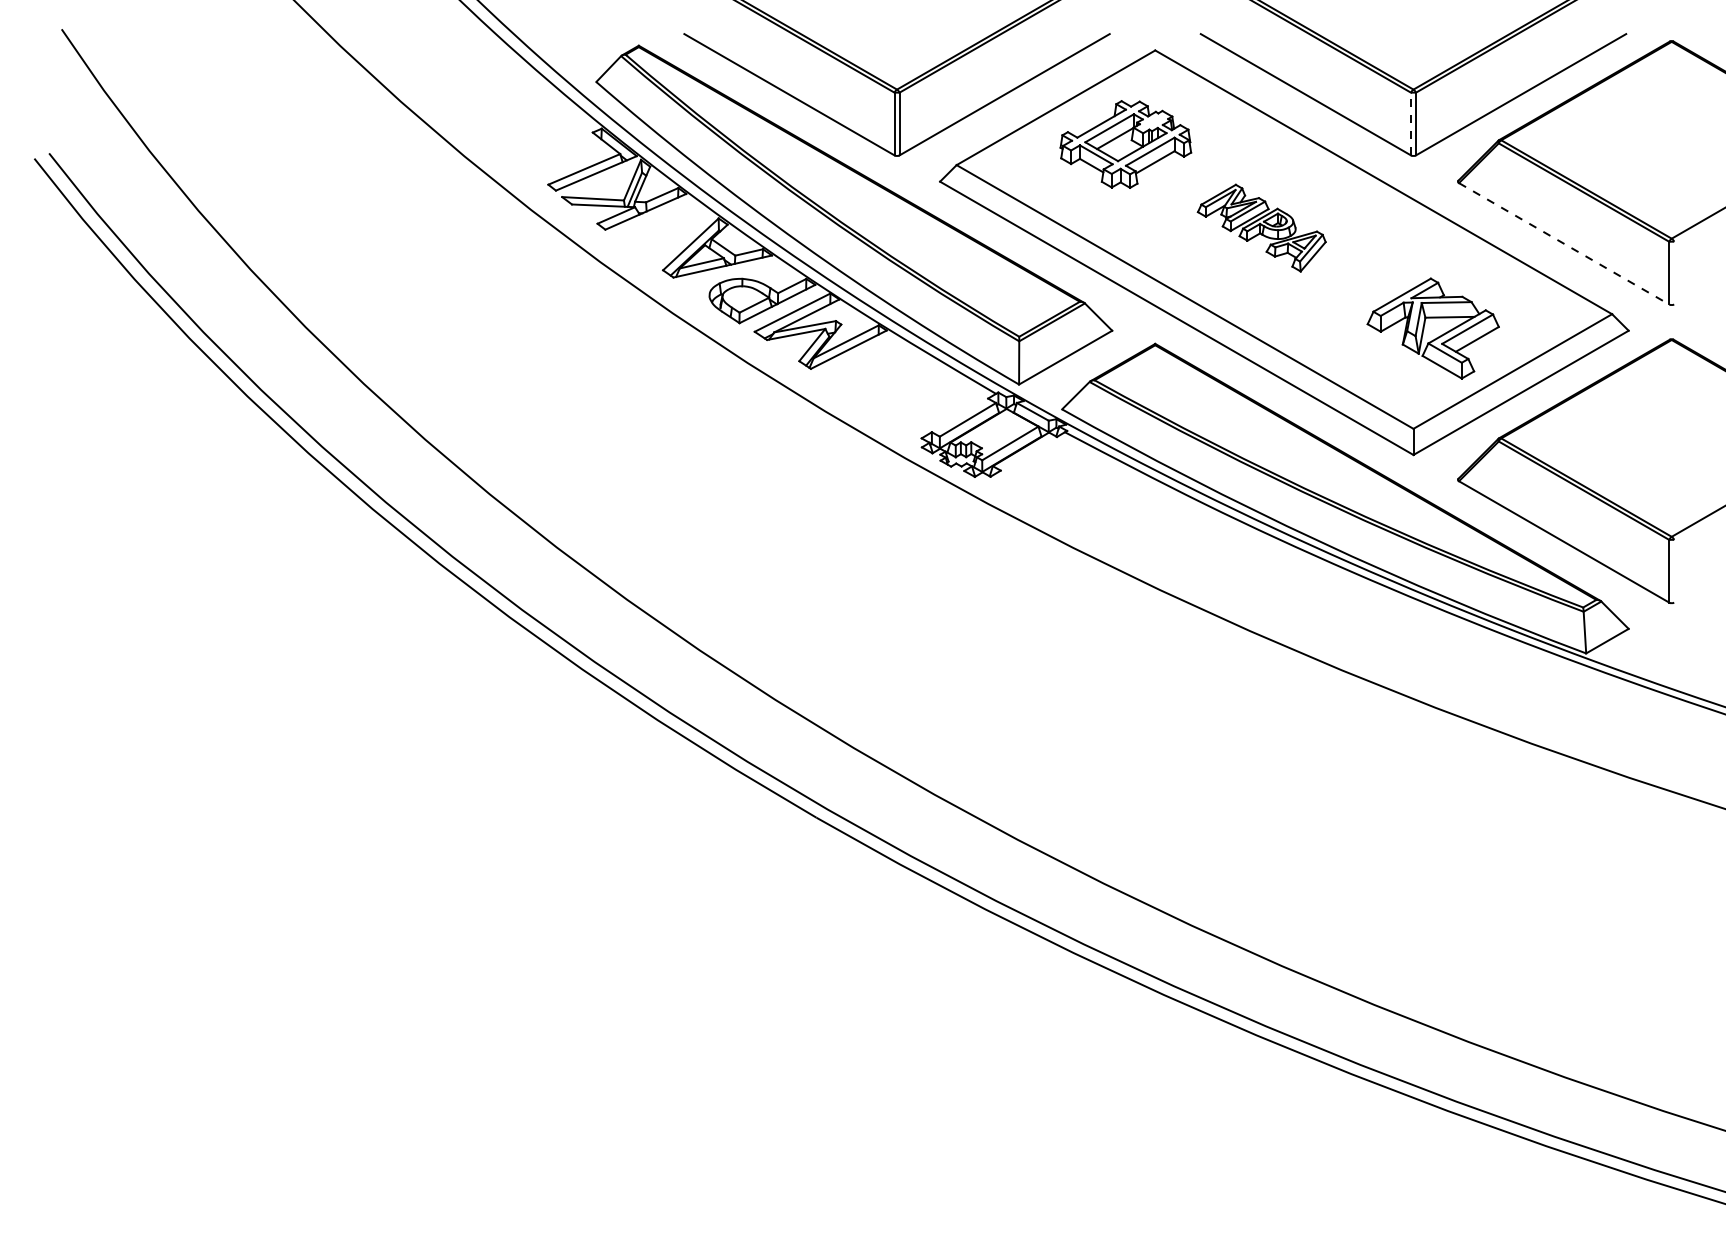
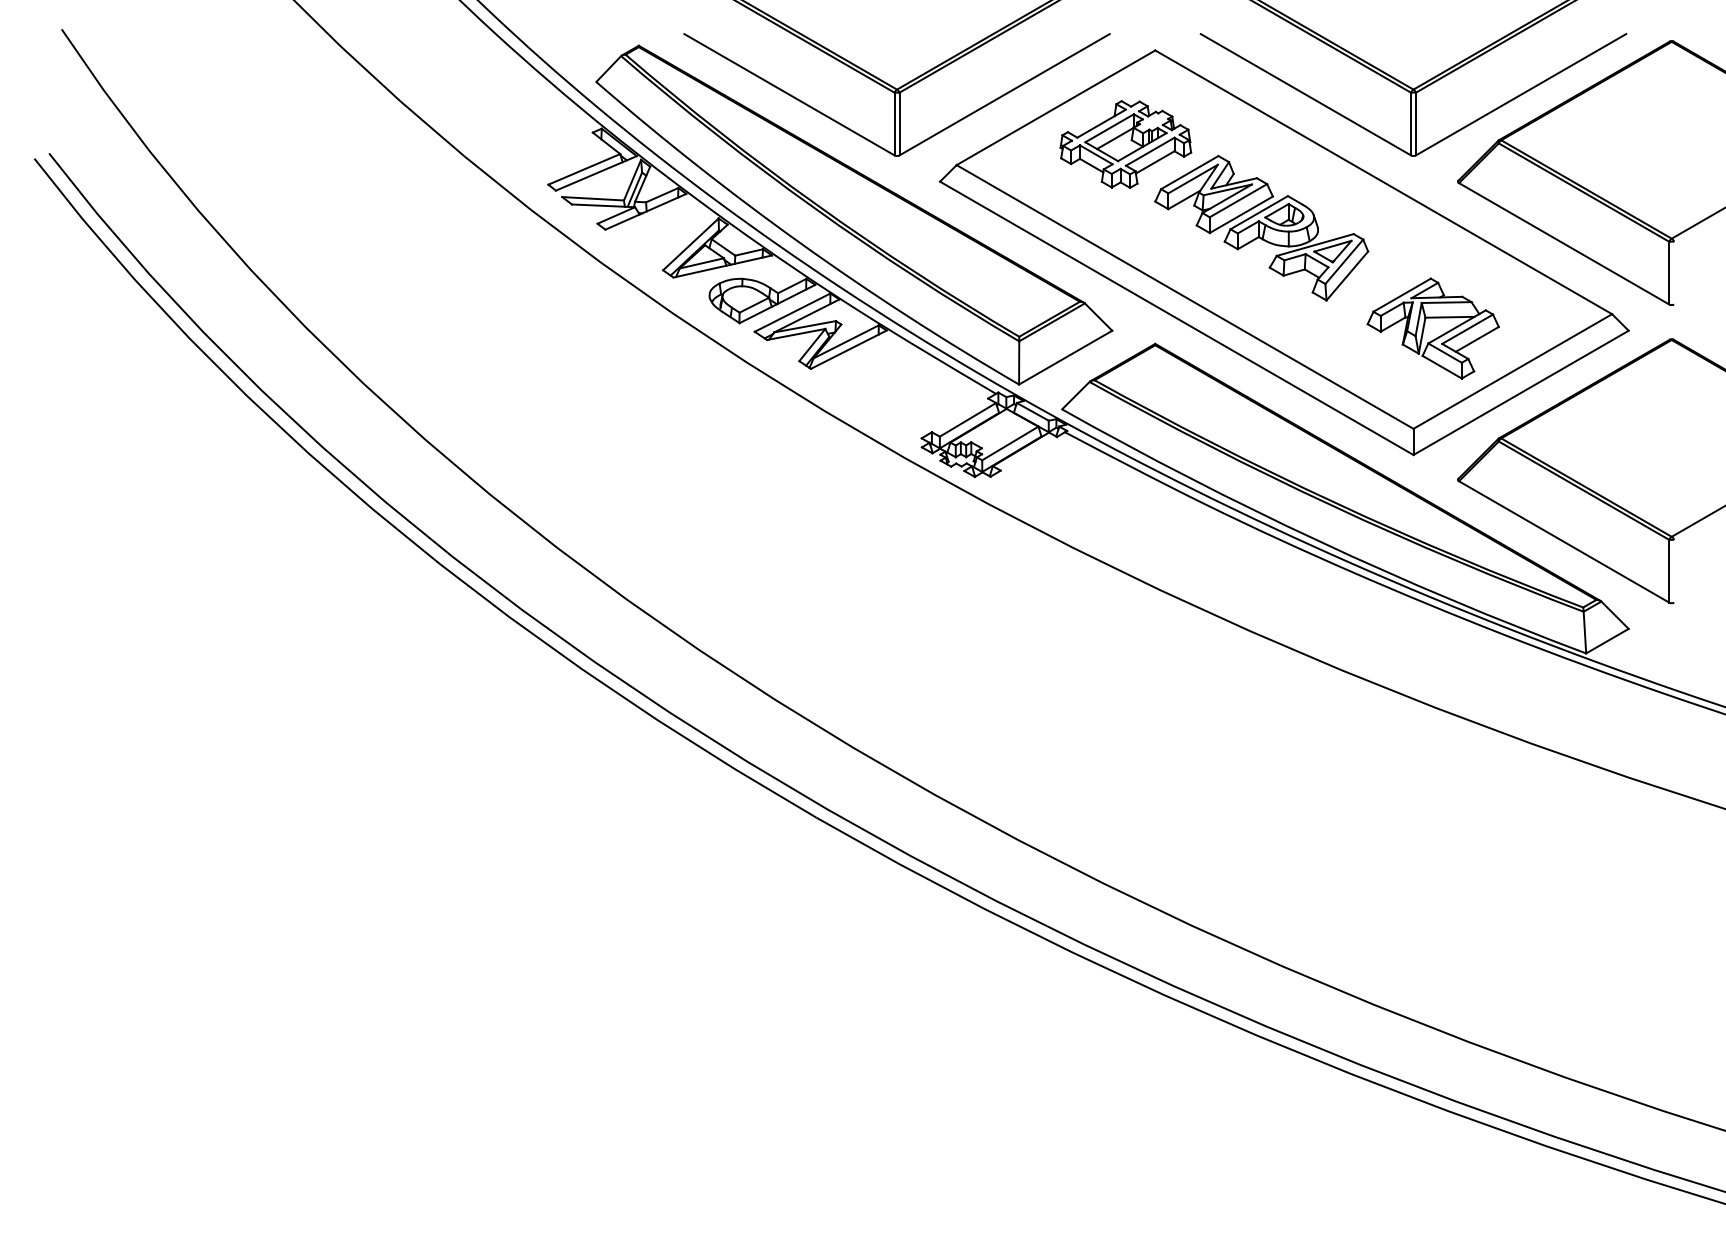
line at (1411, 123): dashed -> solid
part at (1261, 227) size: 131x90 px -> 216x148 px
line at (1564, 244): dashed -> solid
